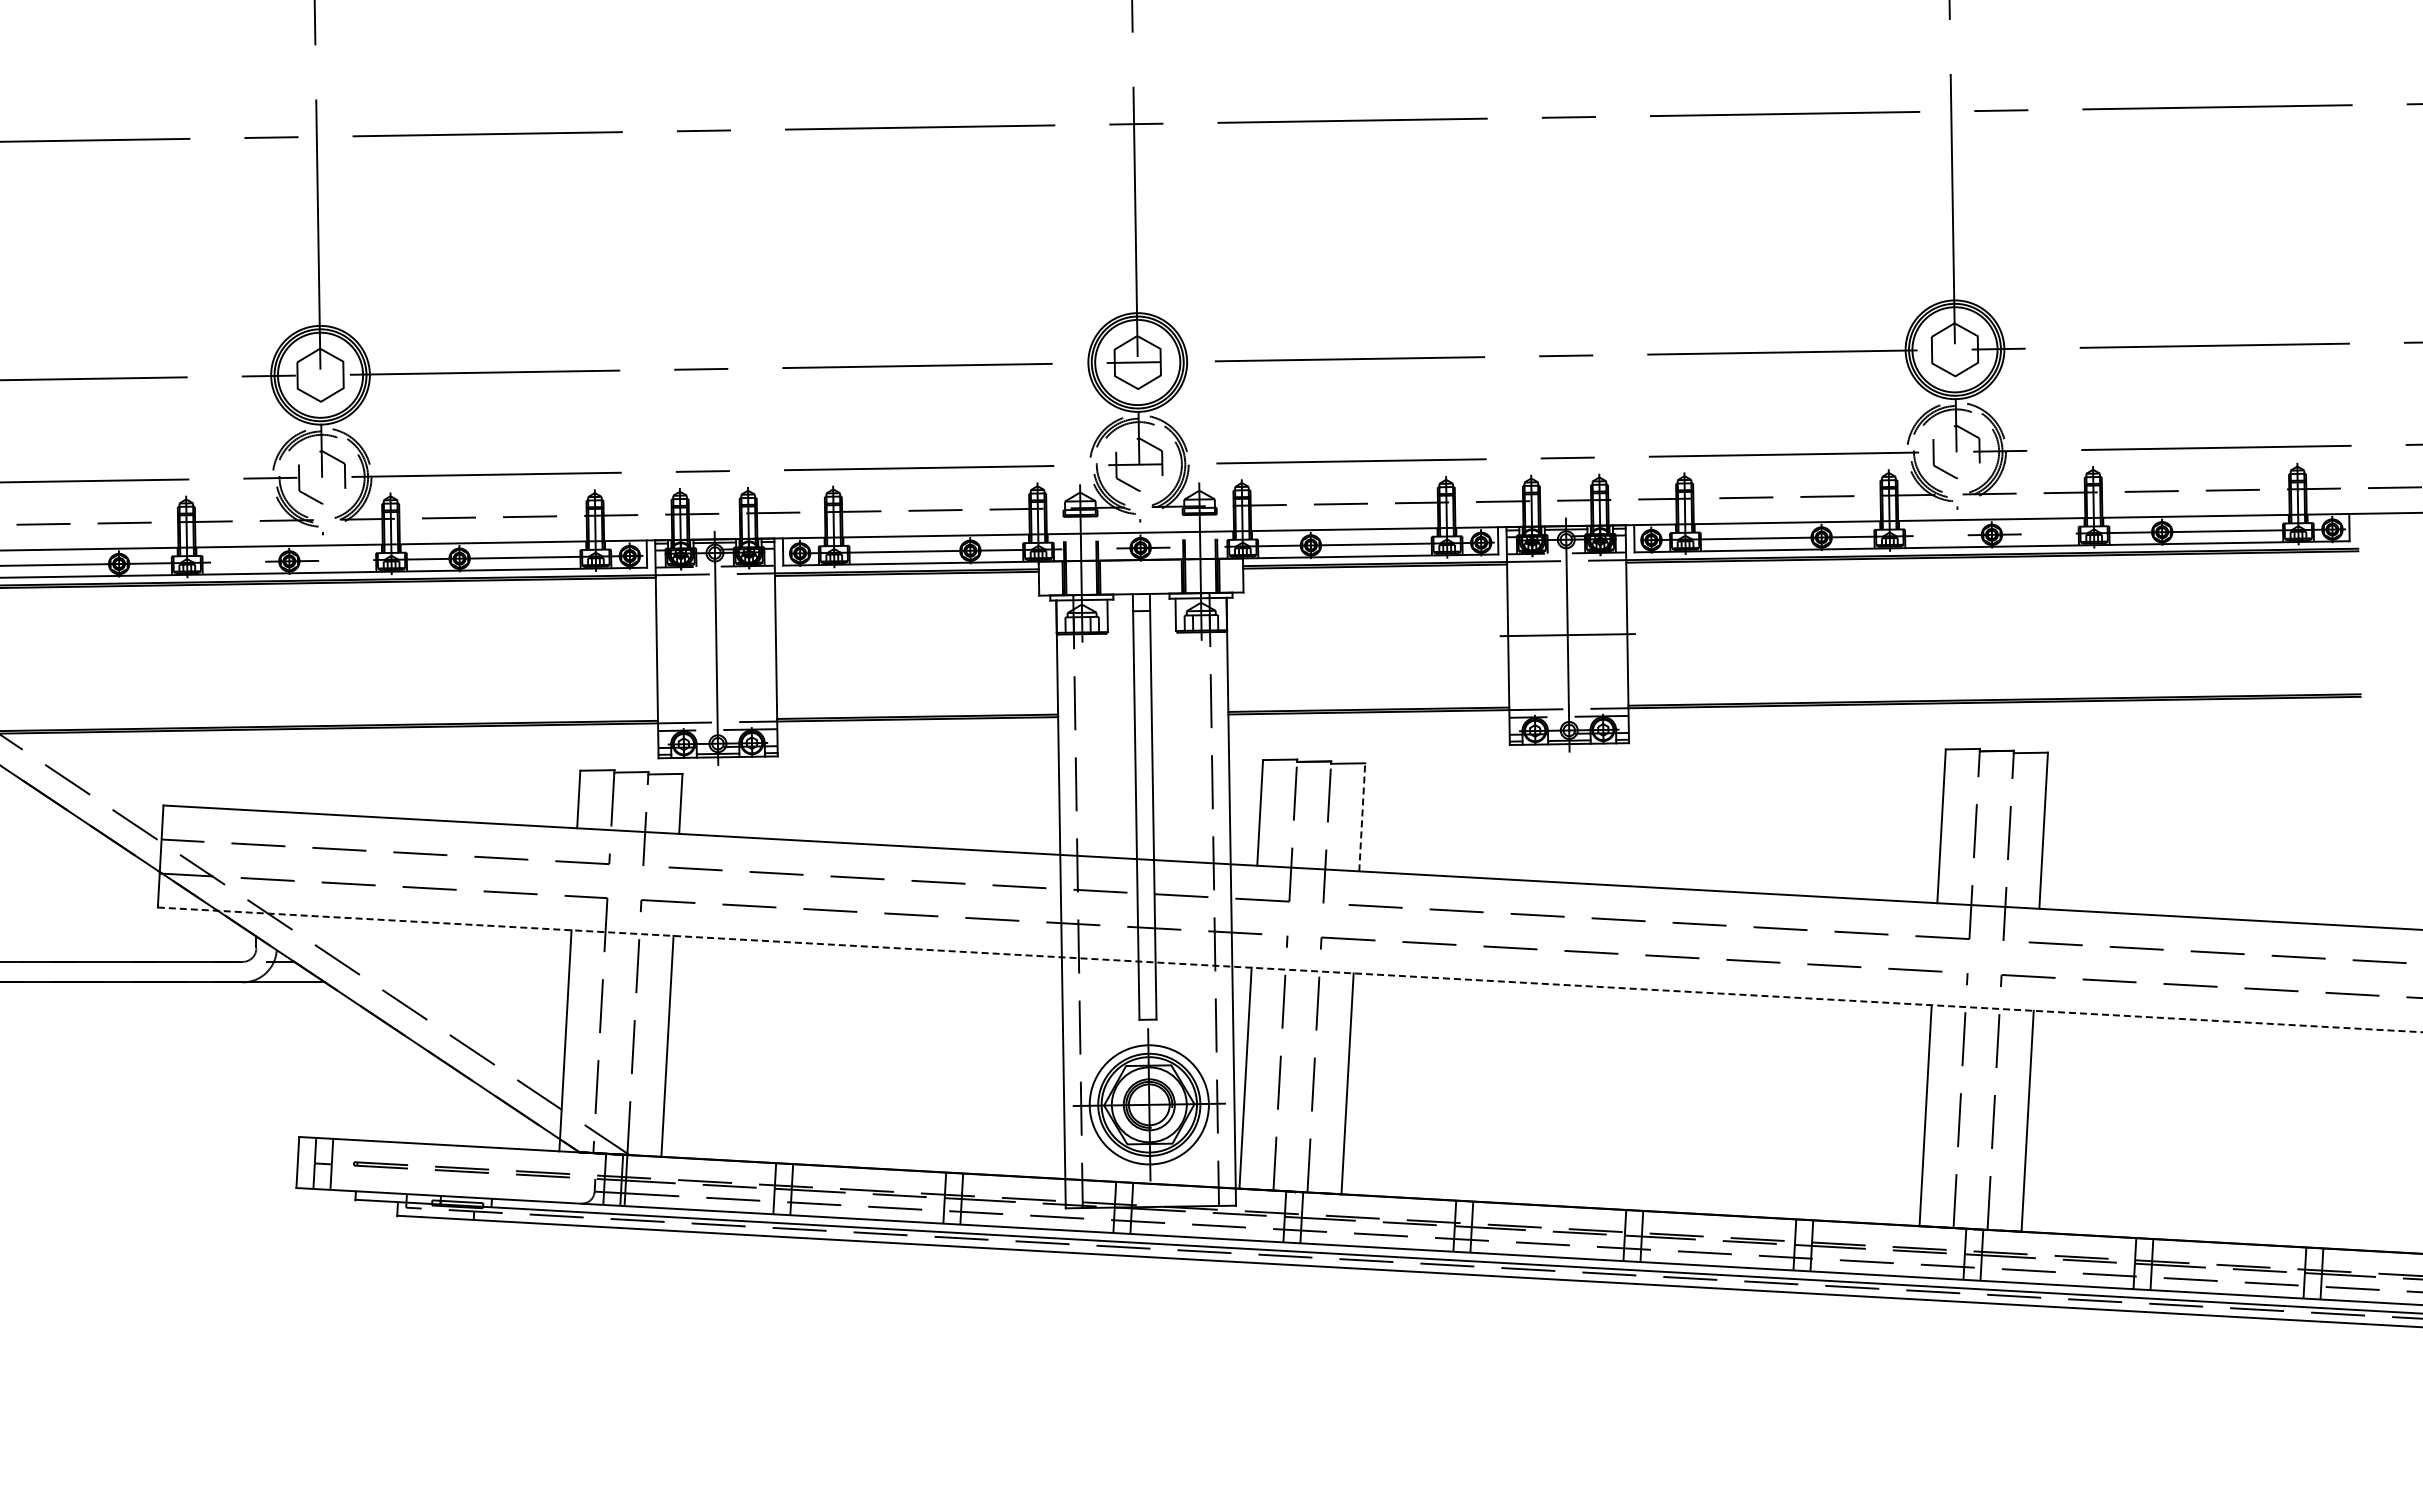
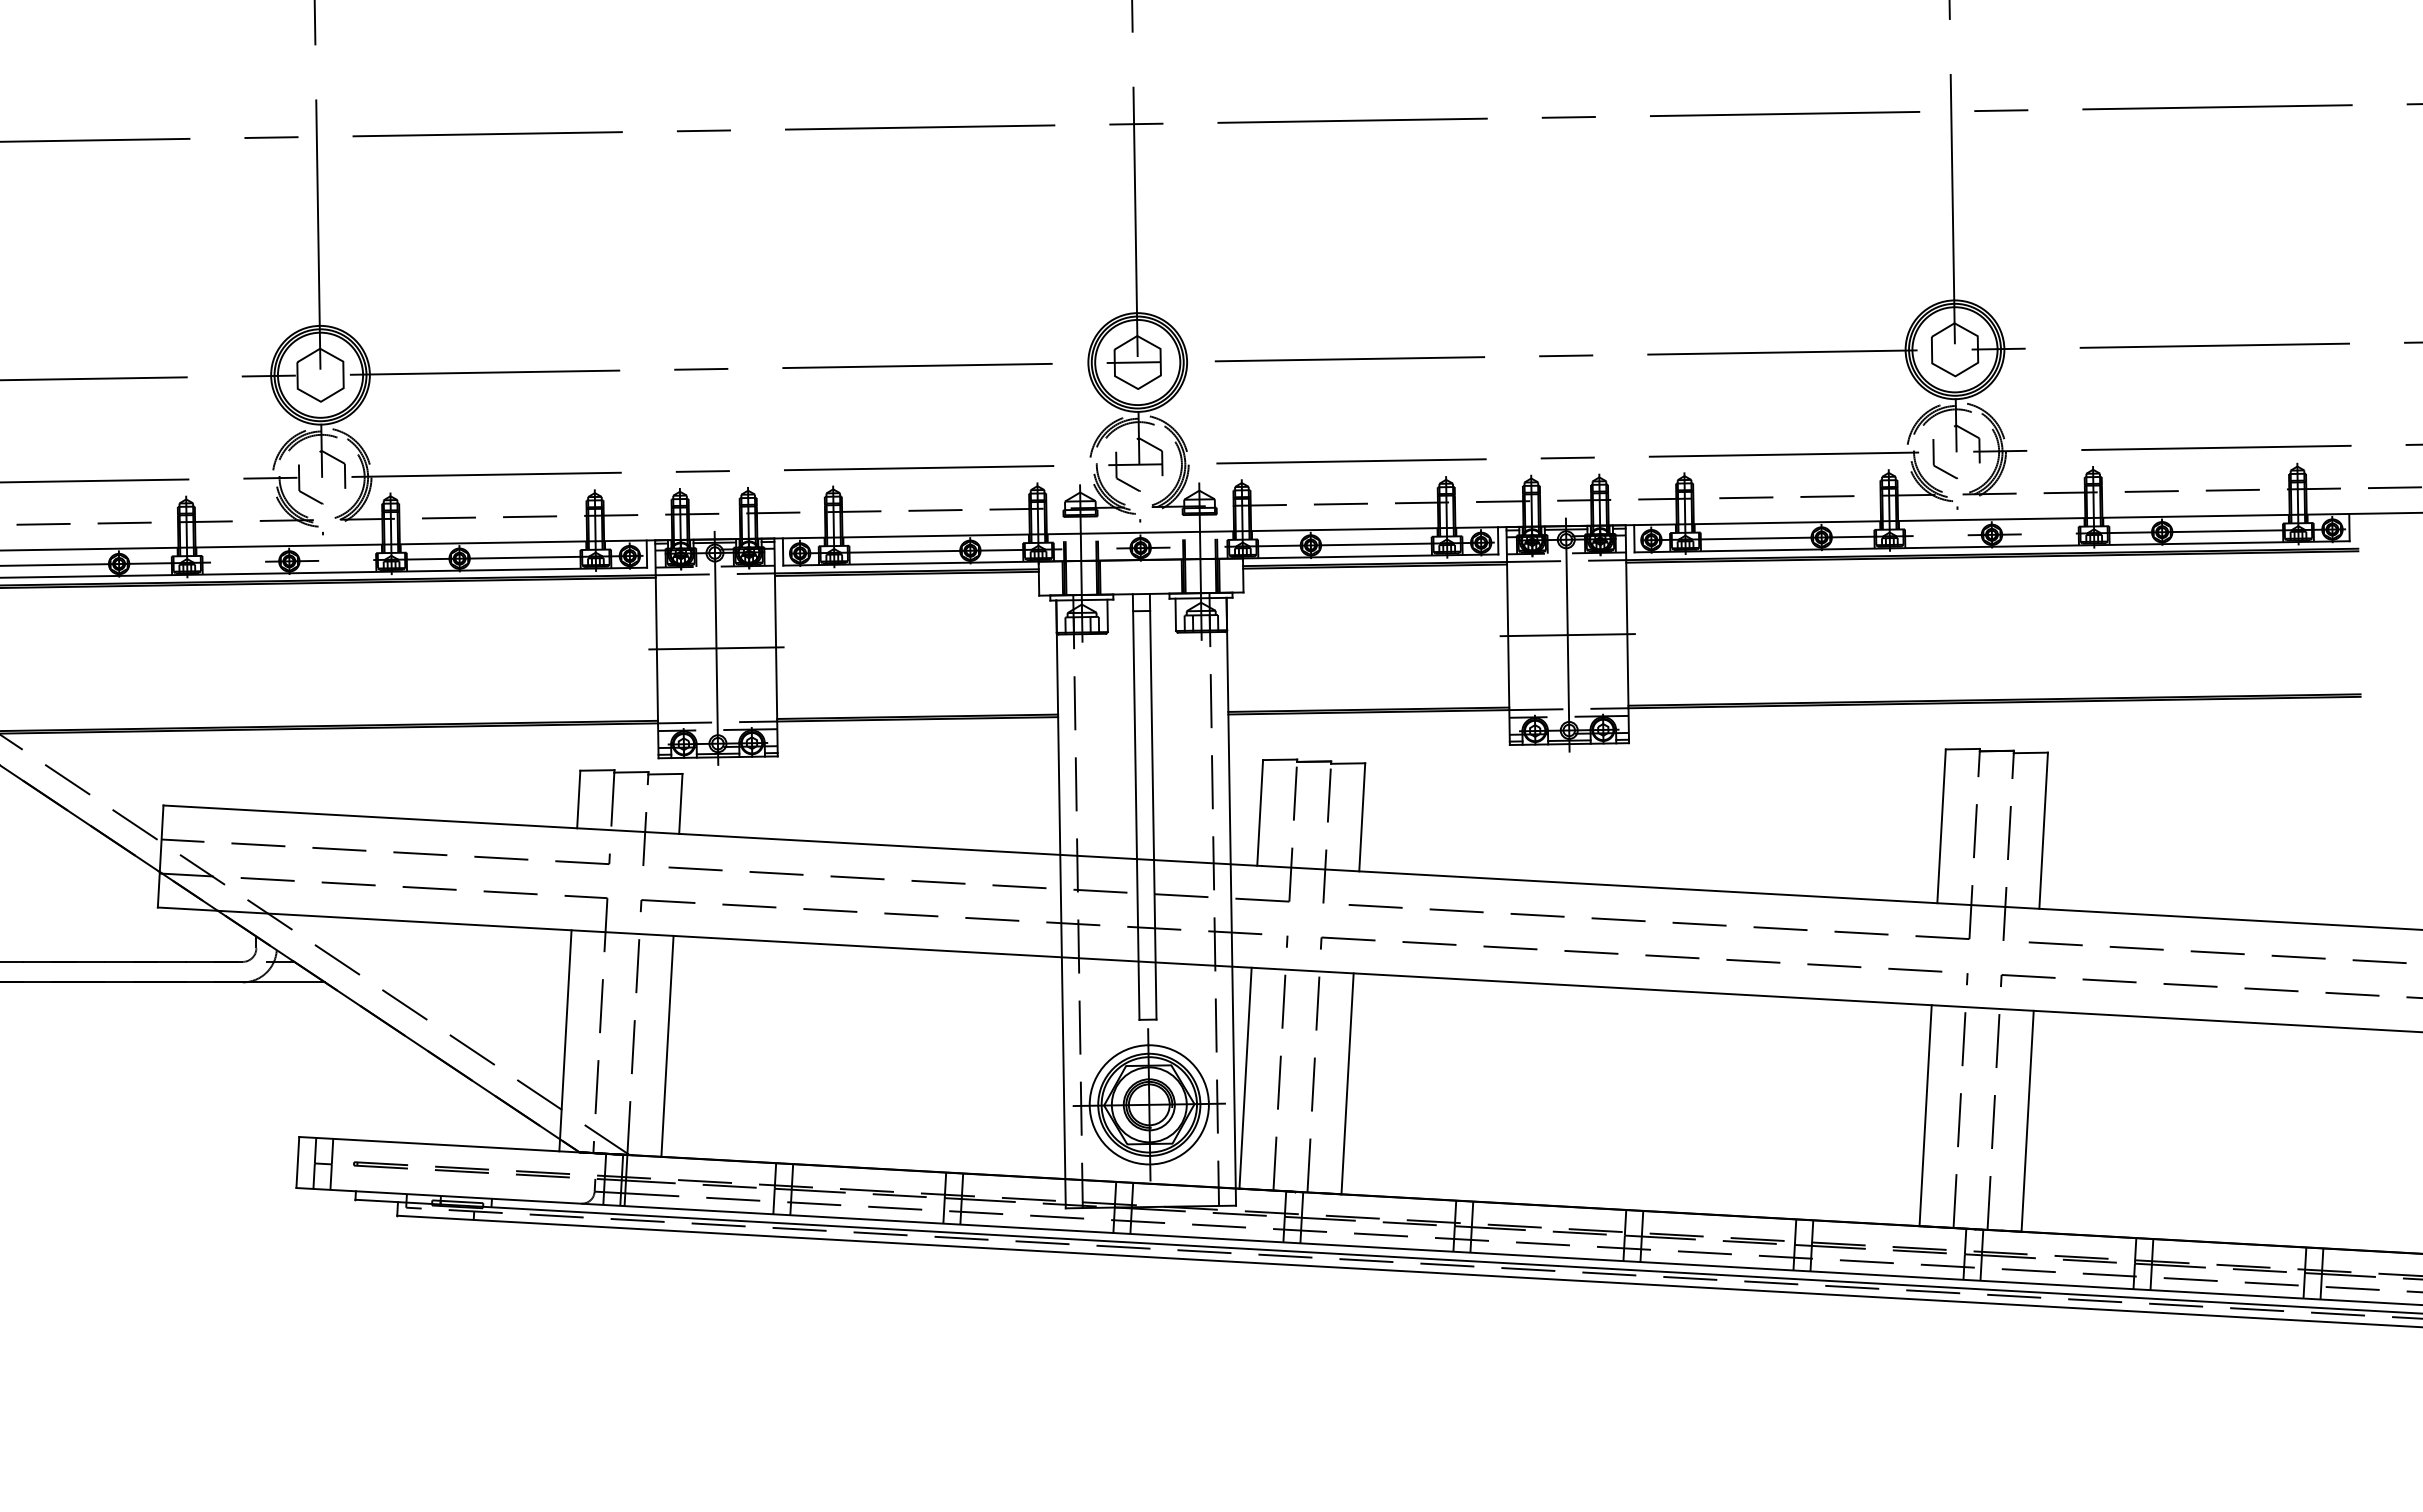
line at (716, 648): none -> present
line at (1362, 816): dashed -> solid
line at (1290, 969): dashed -> solid
